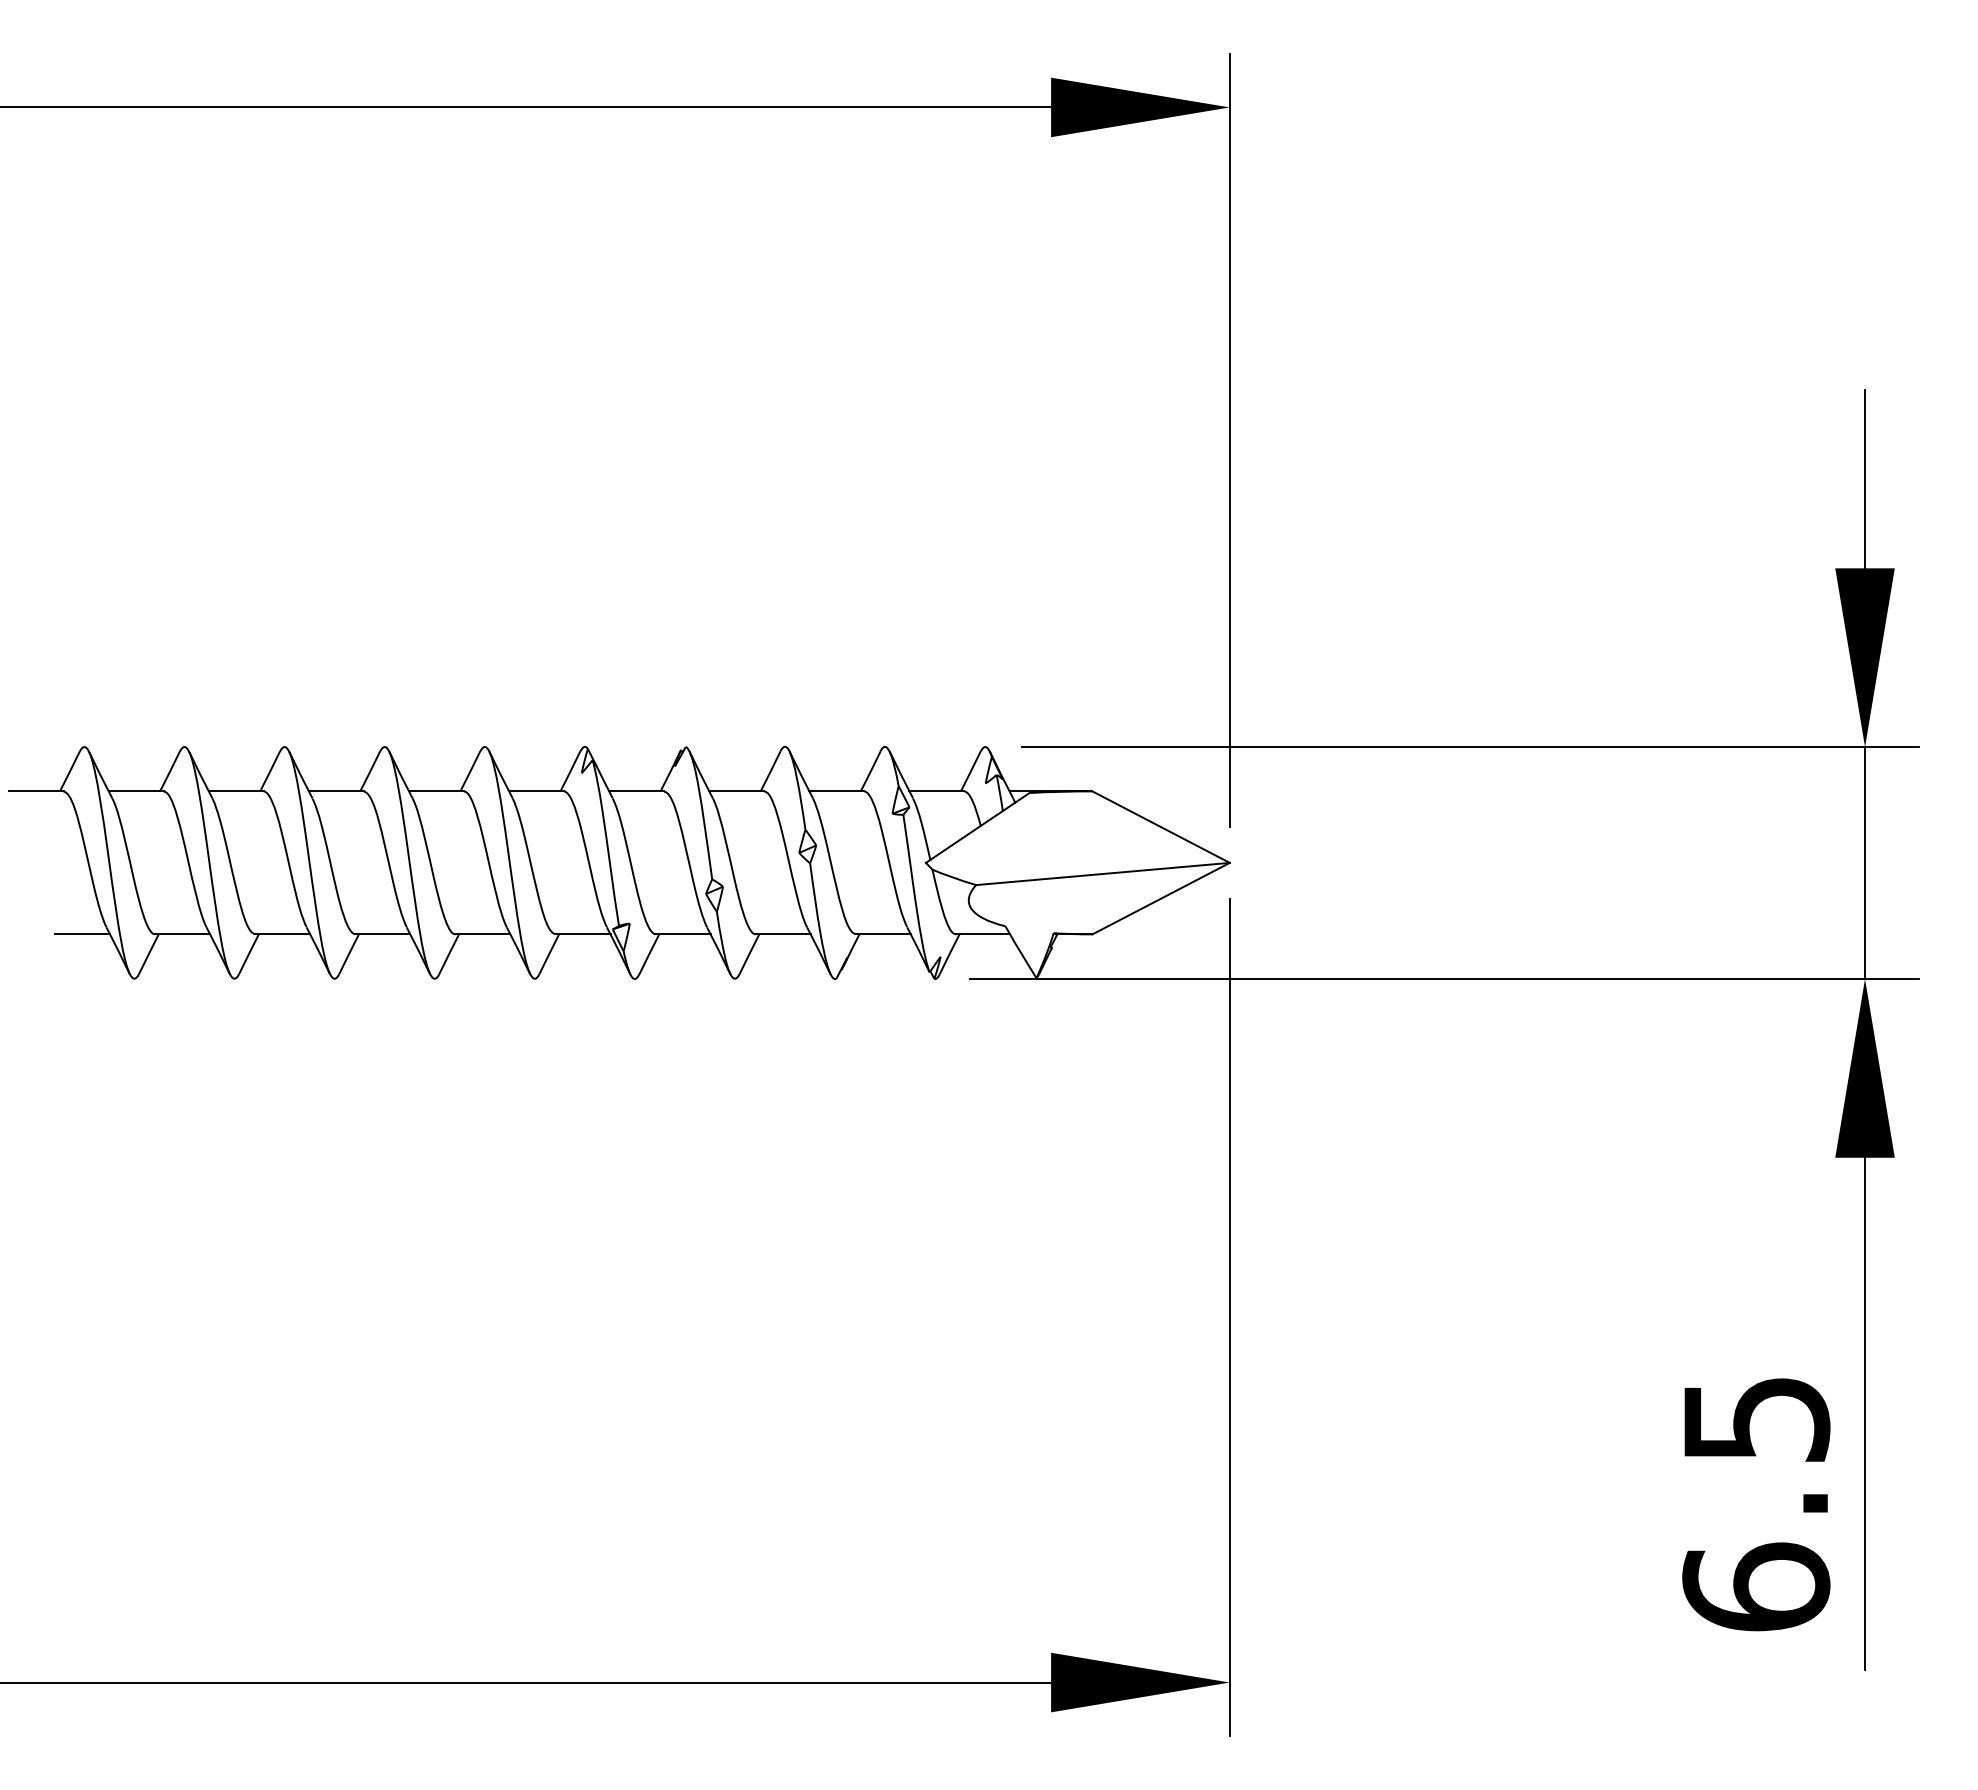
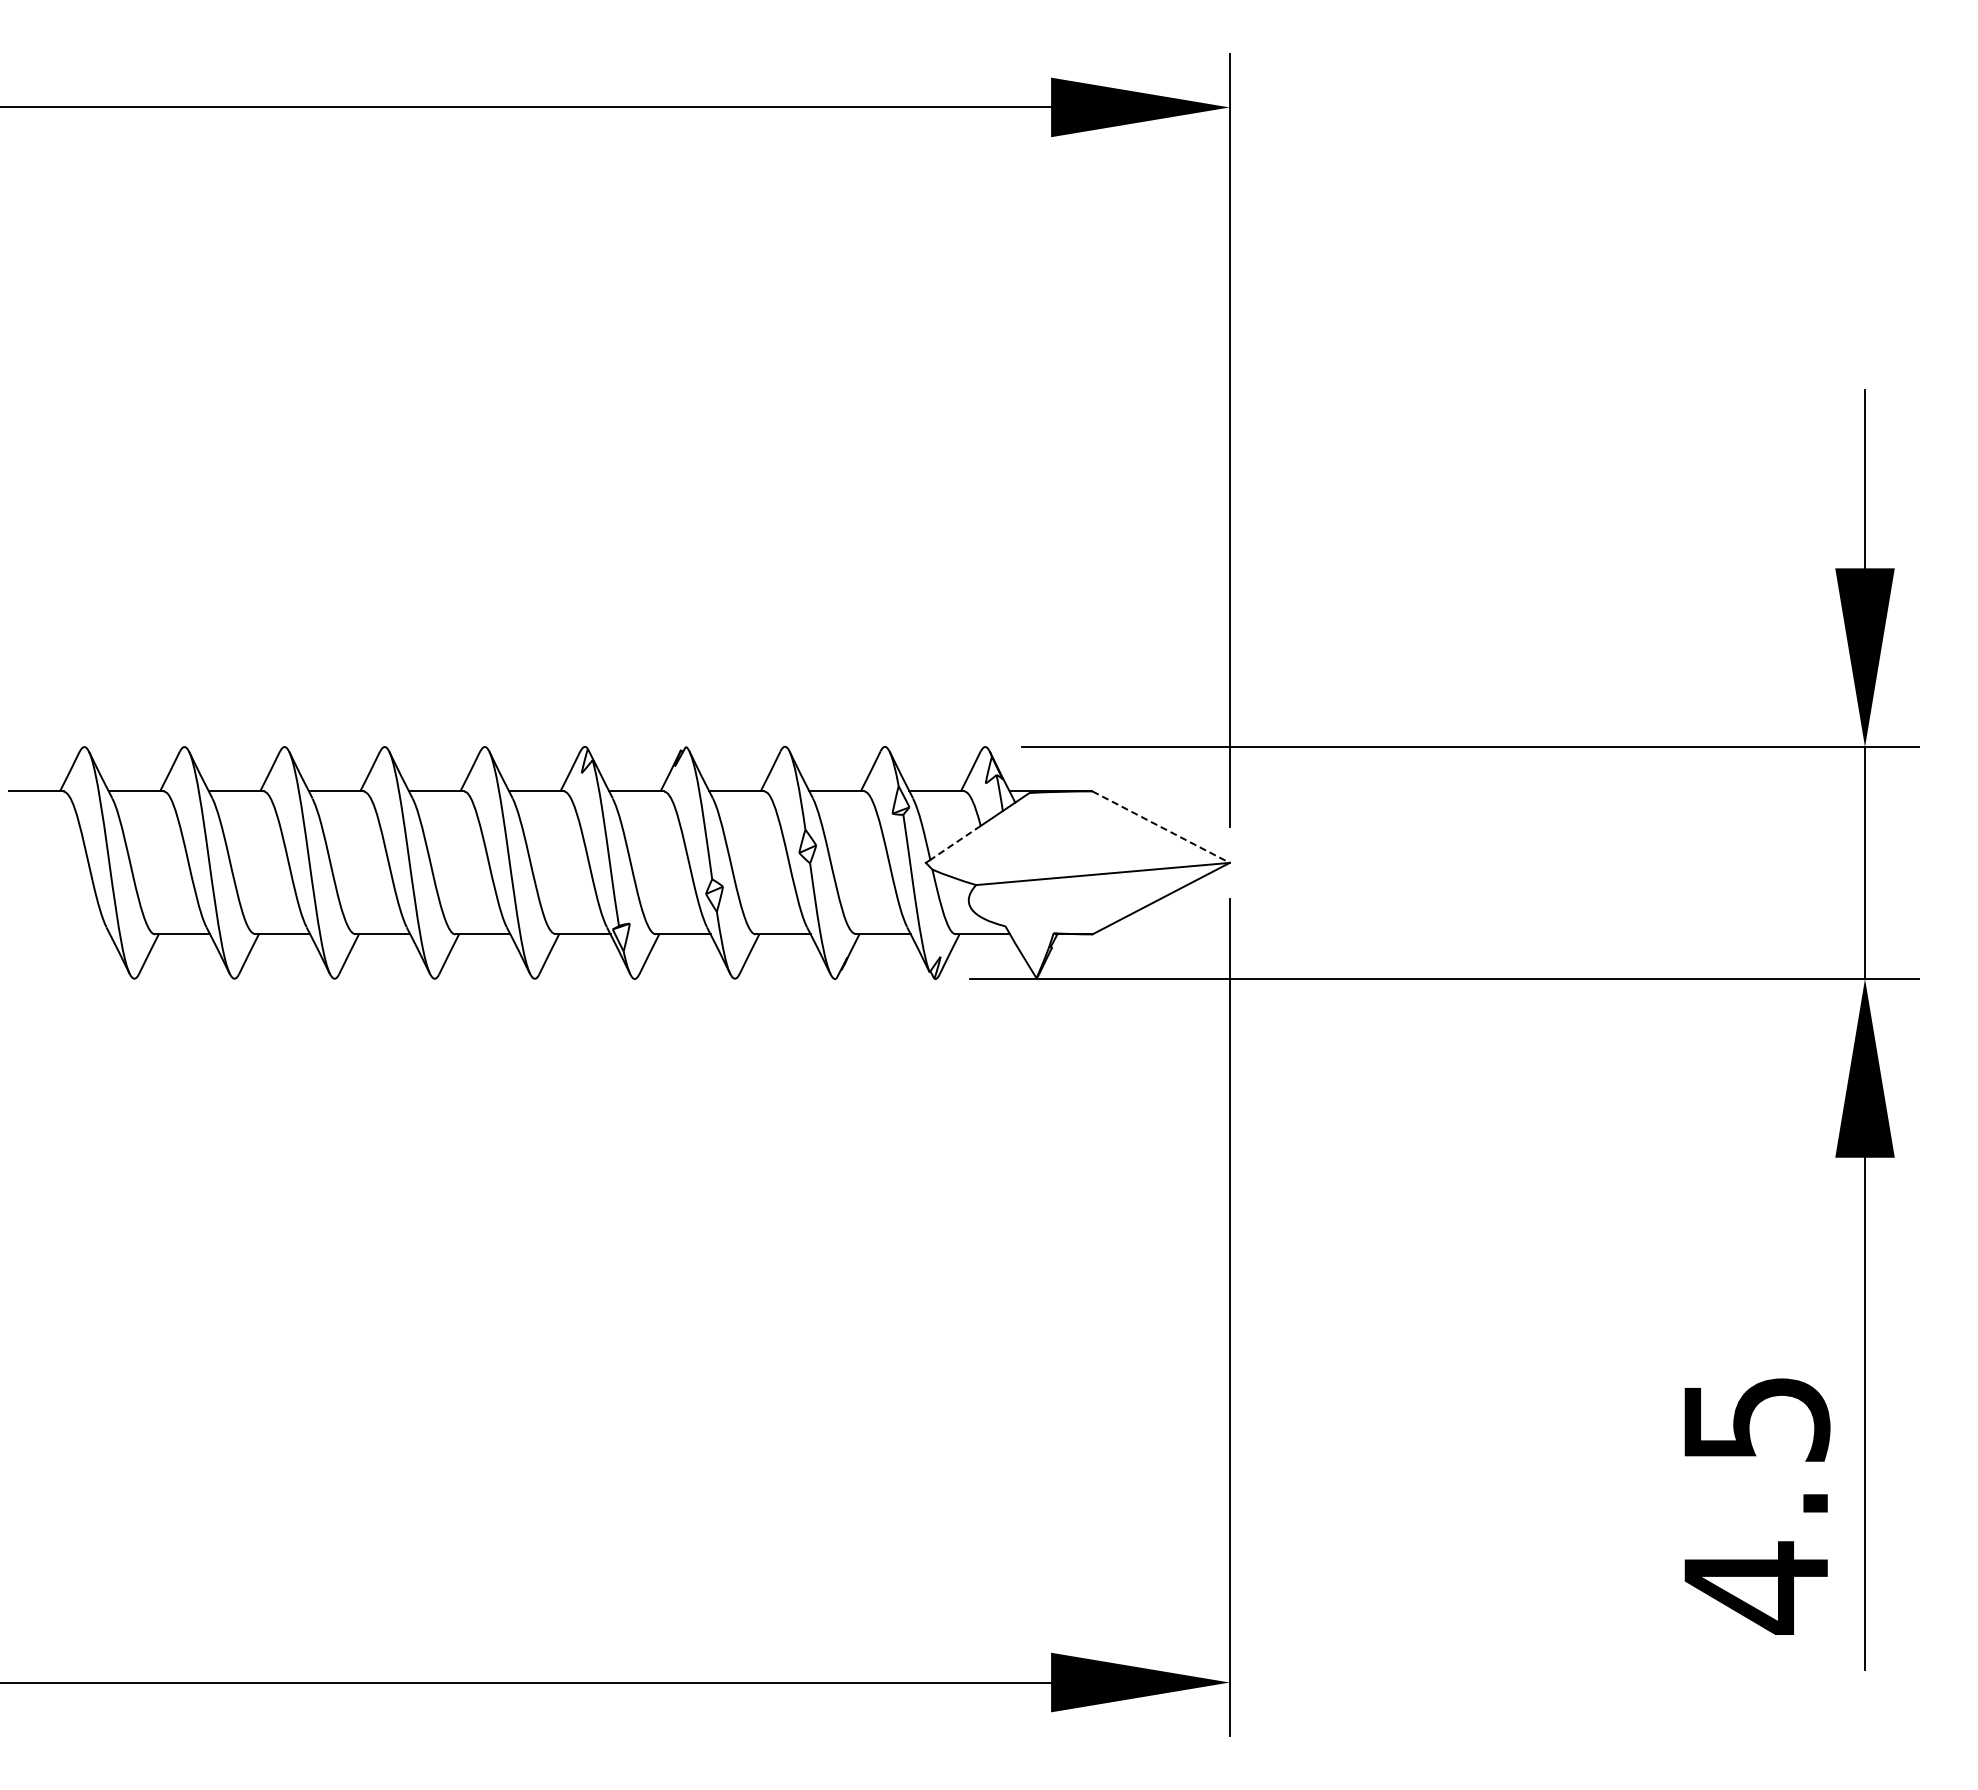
line at (1161, 827): solid -> dashed
line at (955, 843): solid -> dashed
line at (82, 934): present -> none
text at (1756, 1587): 6.5 -> 4.5
